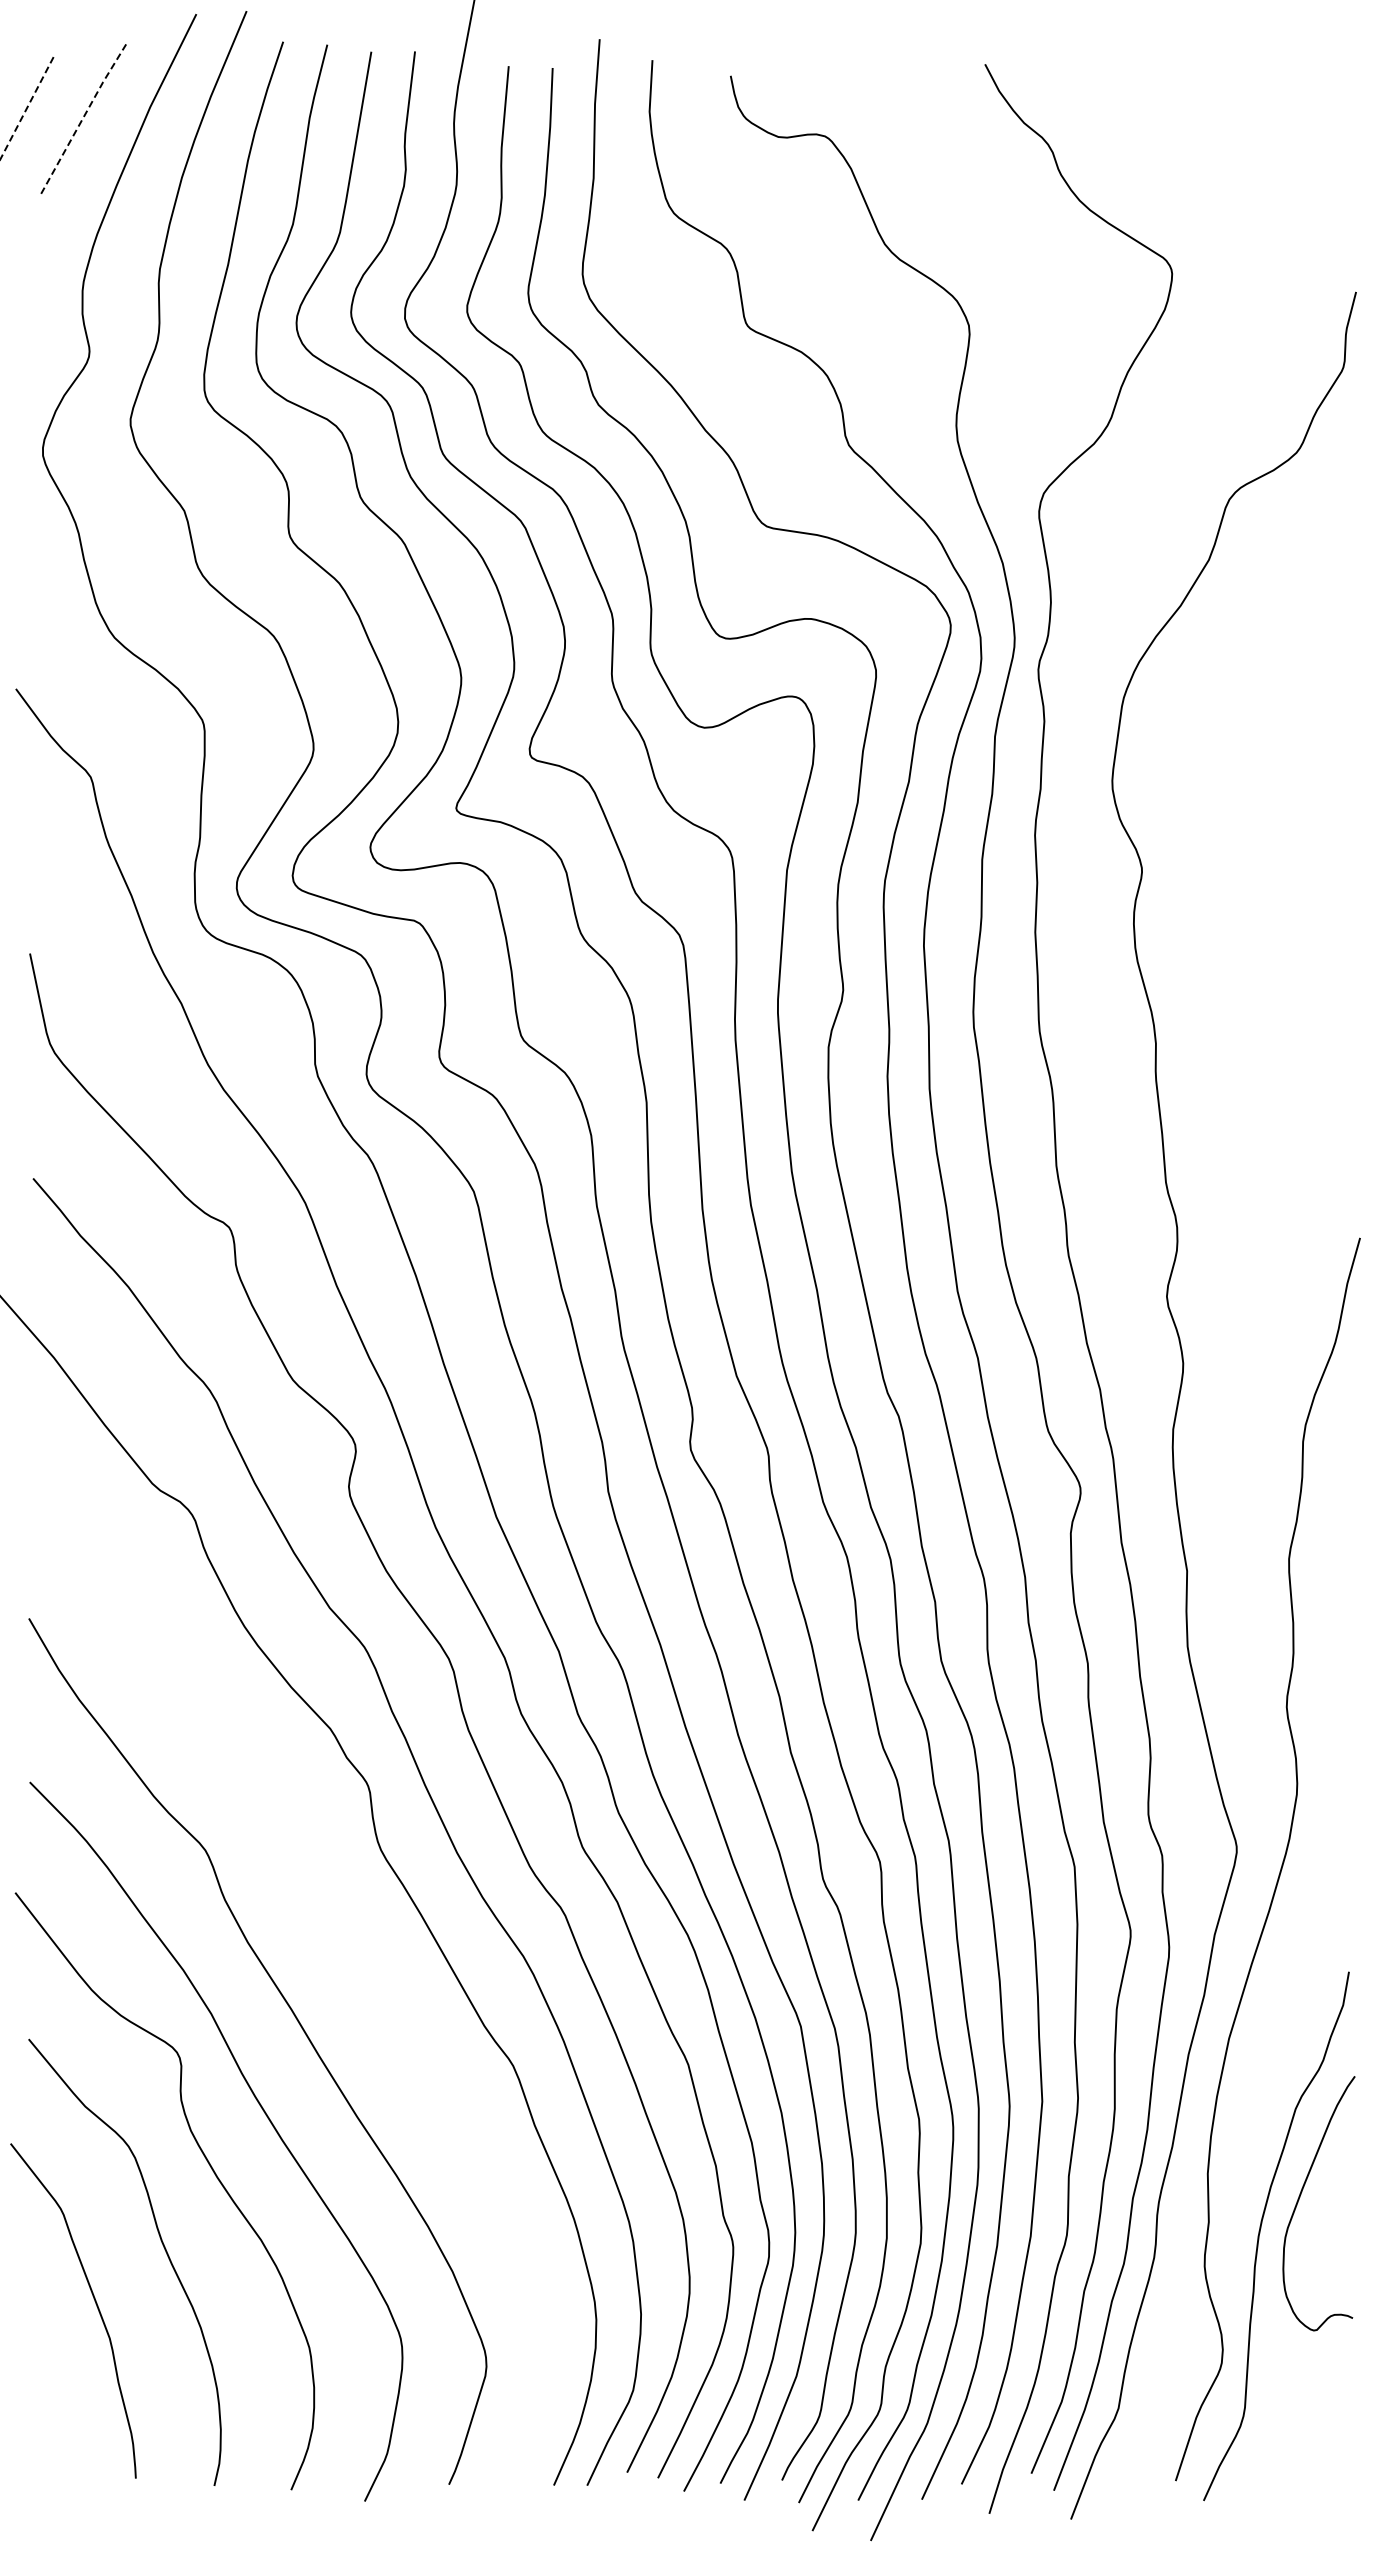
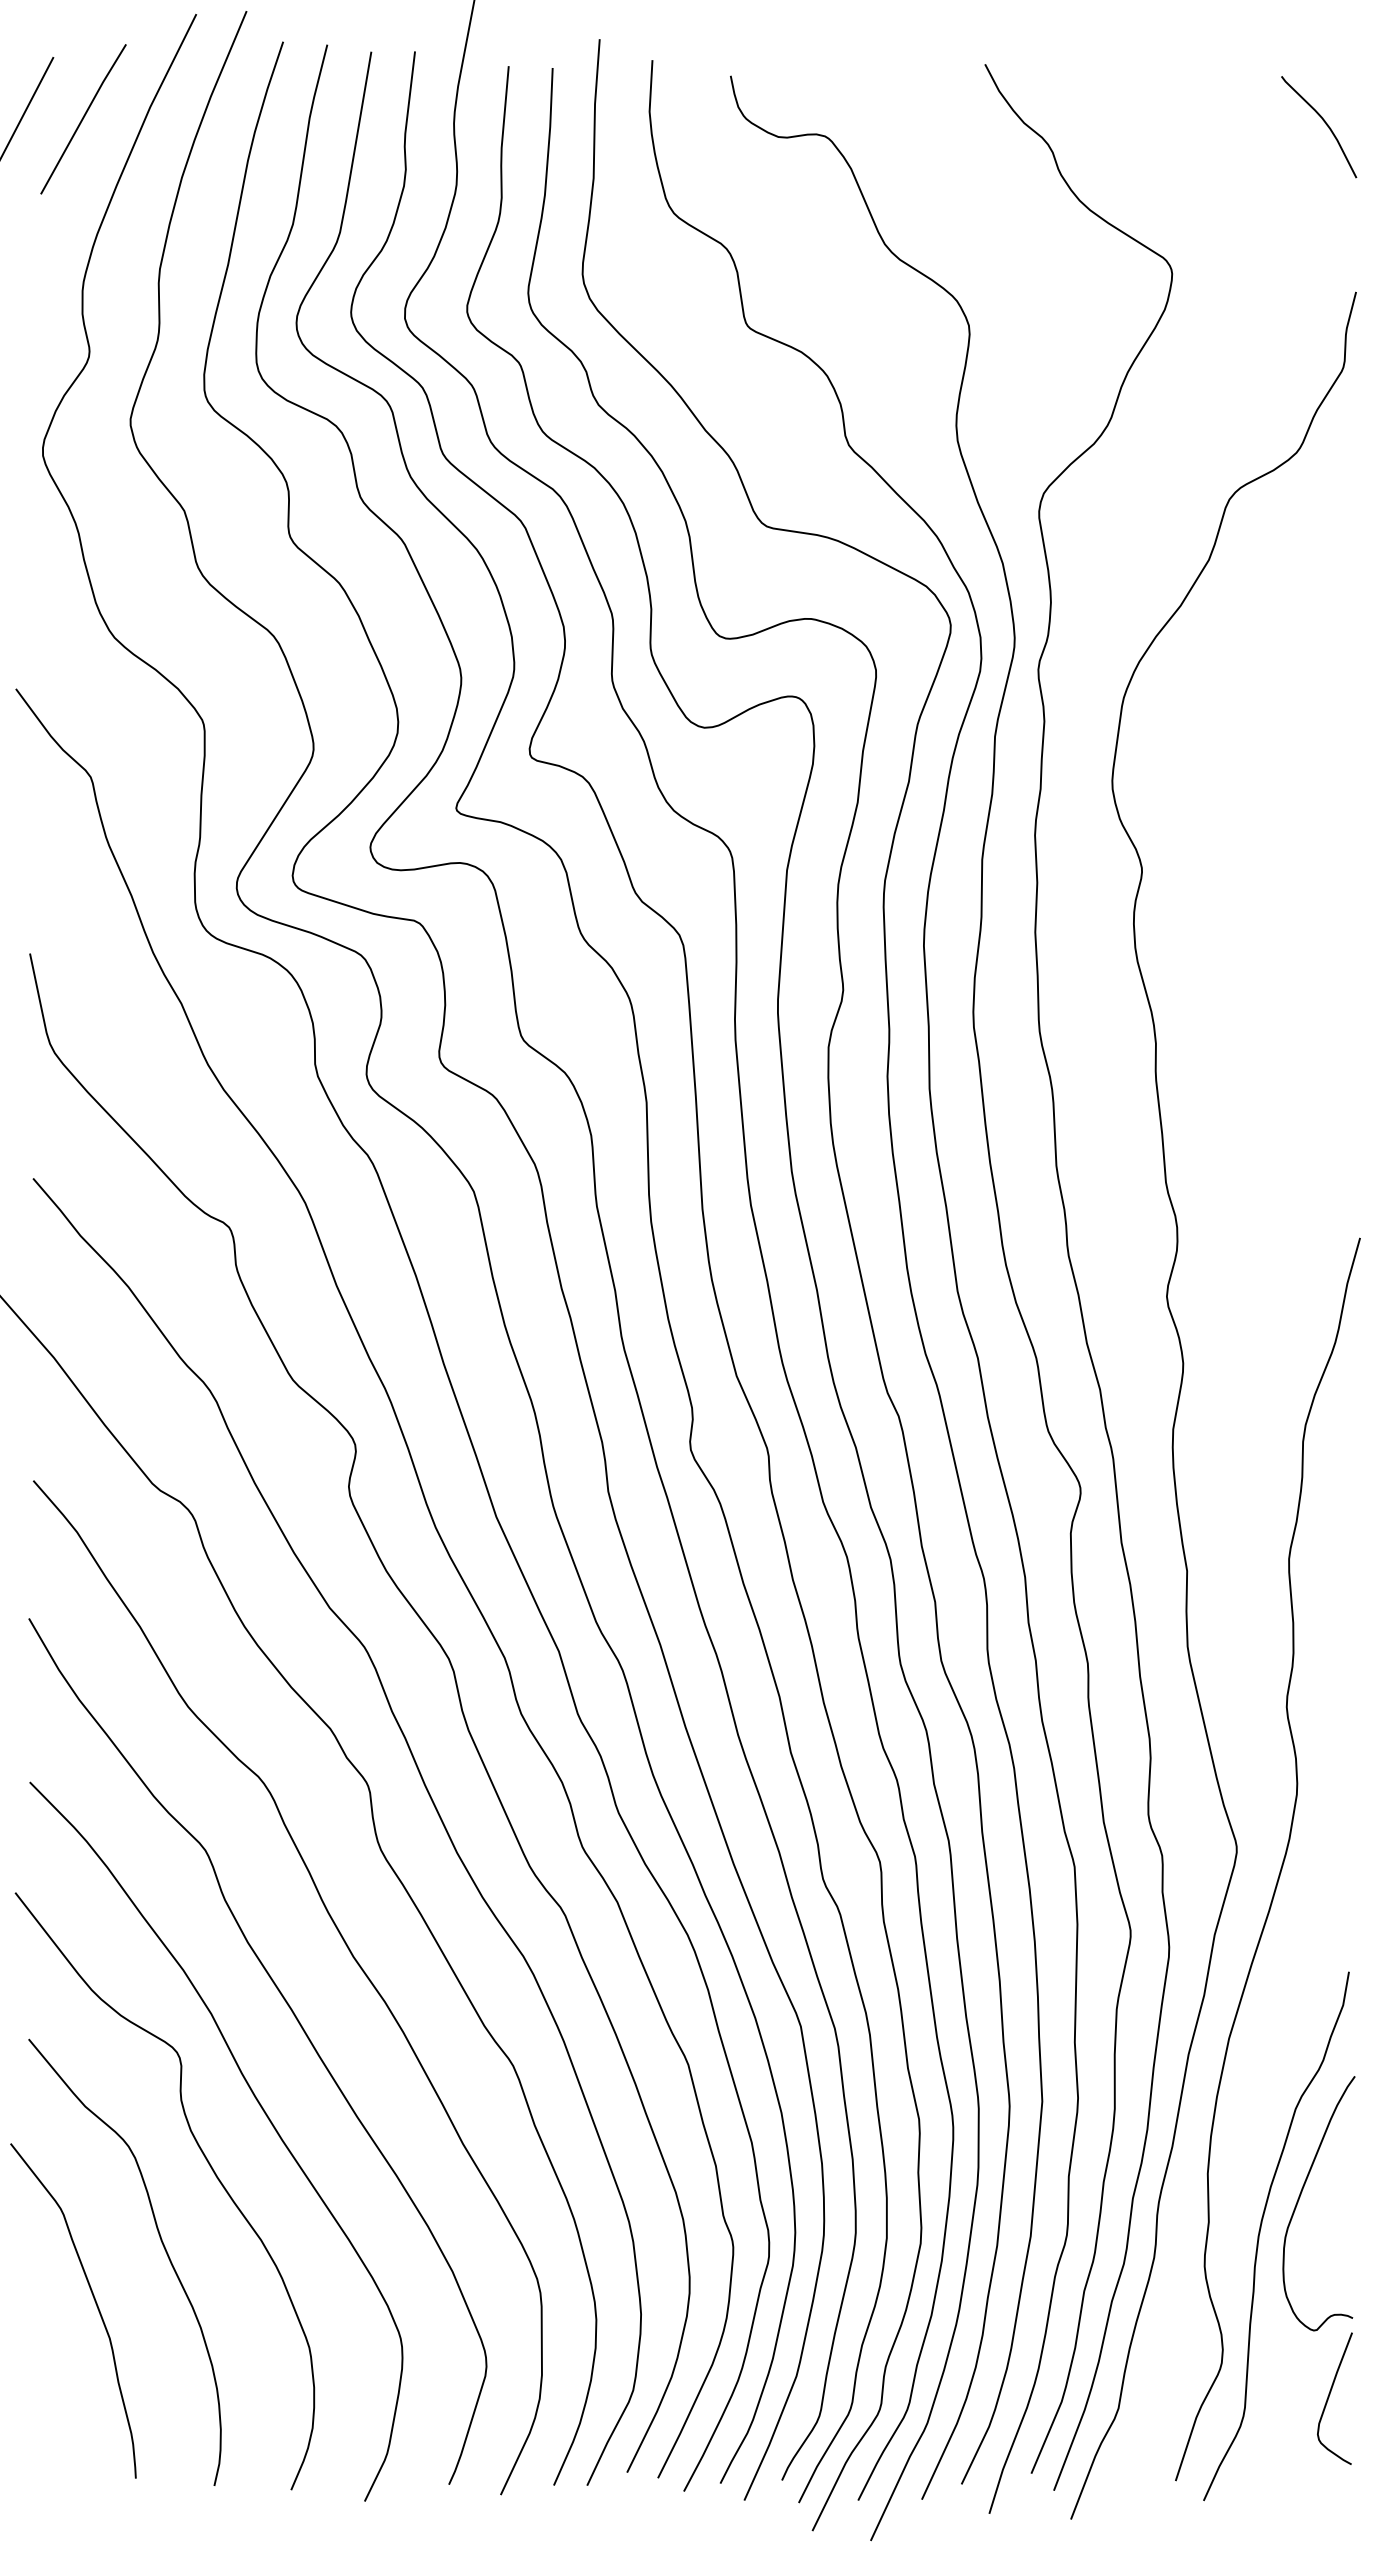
line at (26, 108): dashed -> solid
line at (82, 118): dashed -> solid
curve at (1325, 124): none -> present
curve at (349, 1952): none -> present
curve at (1329, 2397): none -> present
